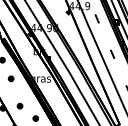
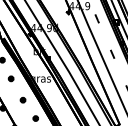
part at (19, 105) position: (19, 105) -> (22, 99)
